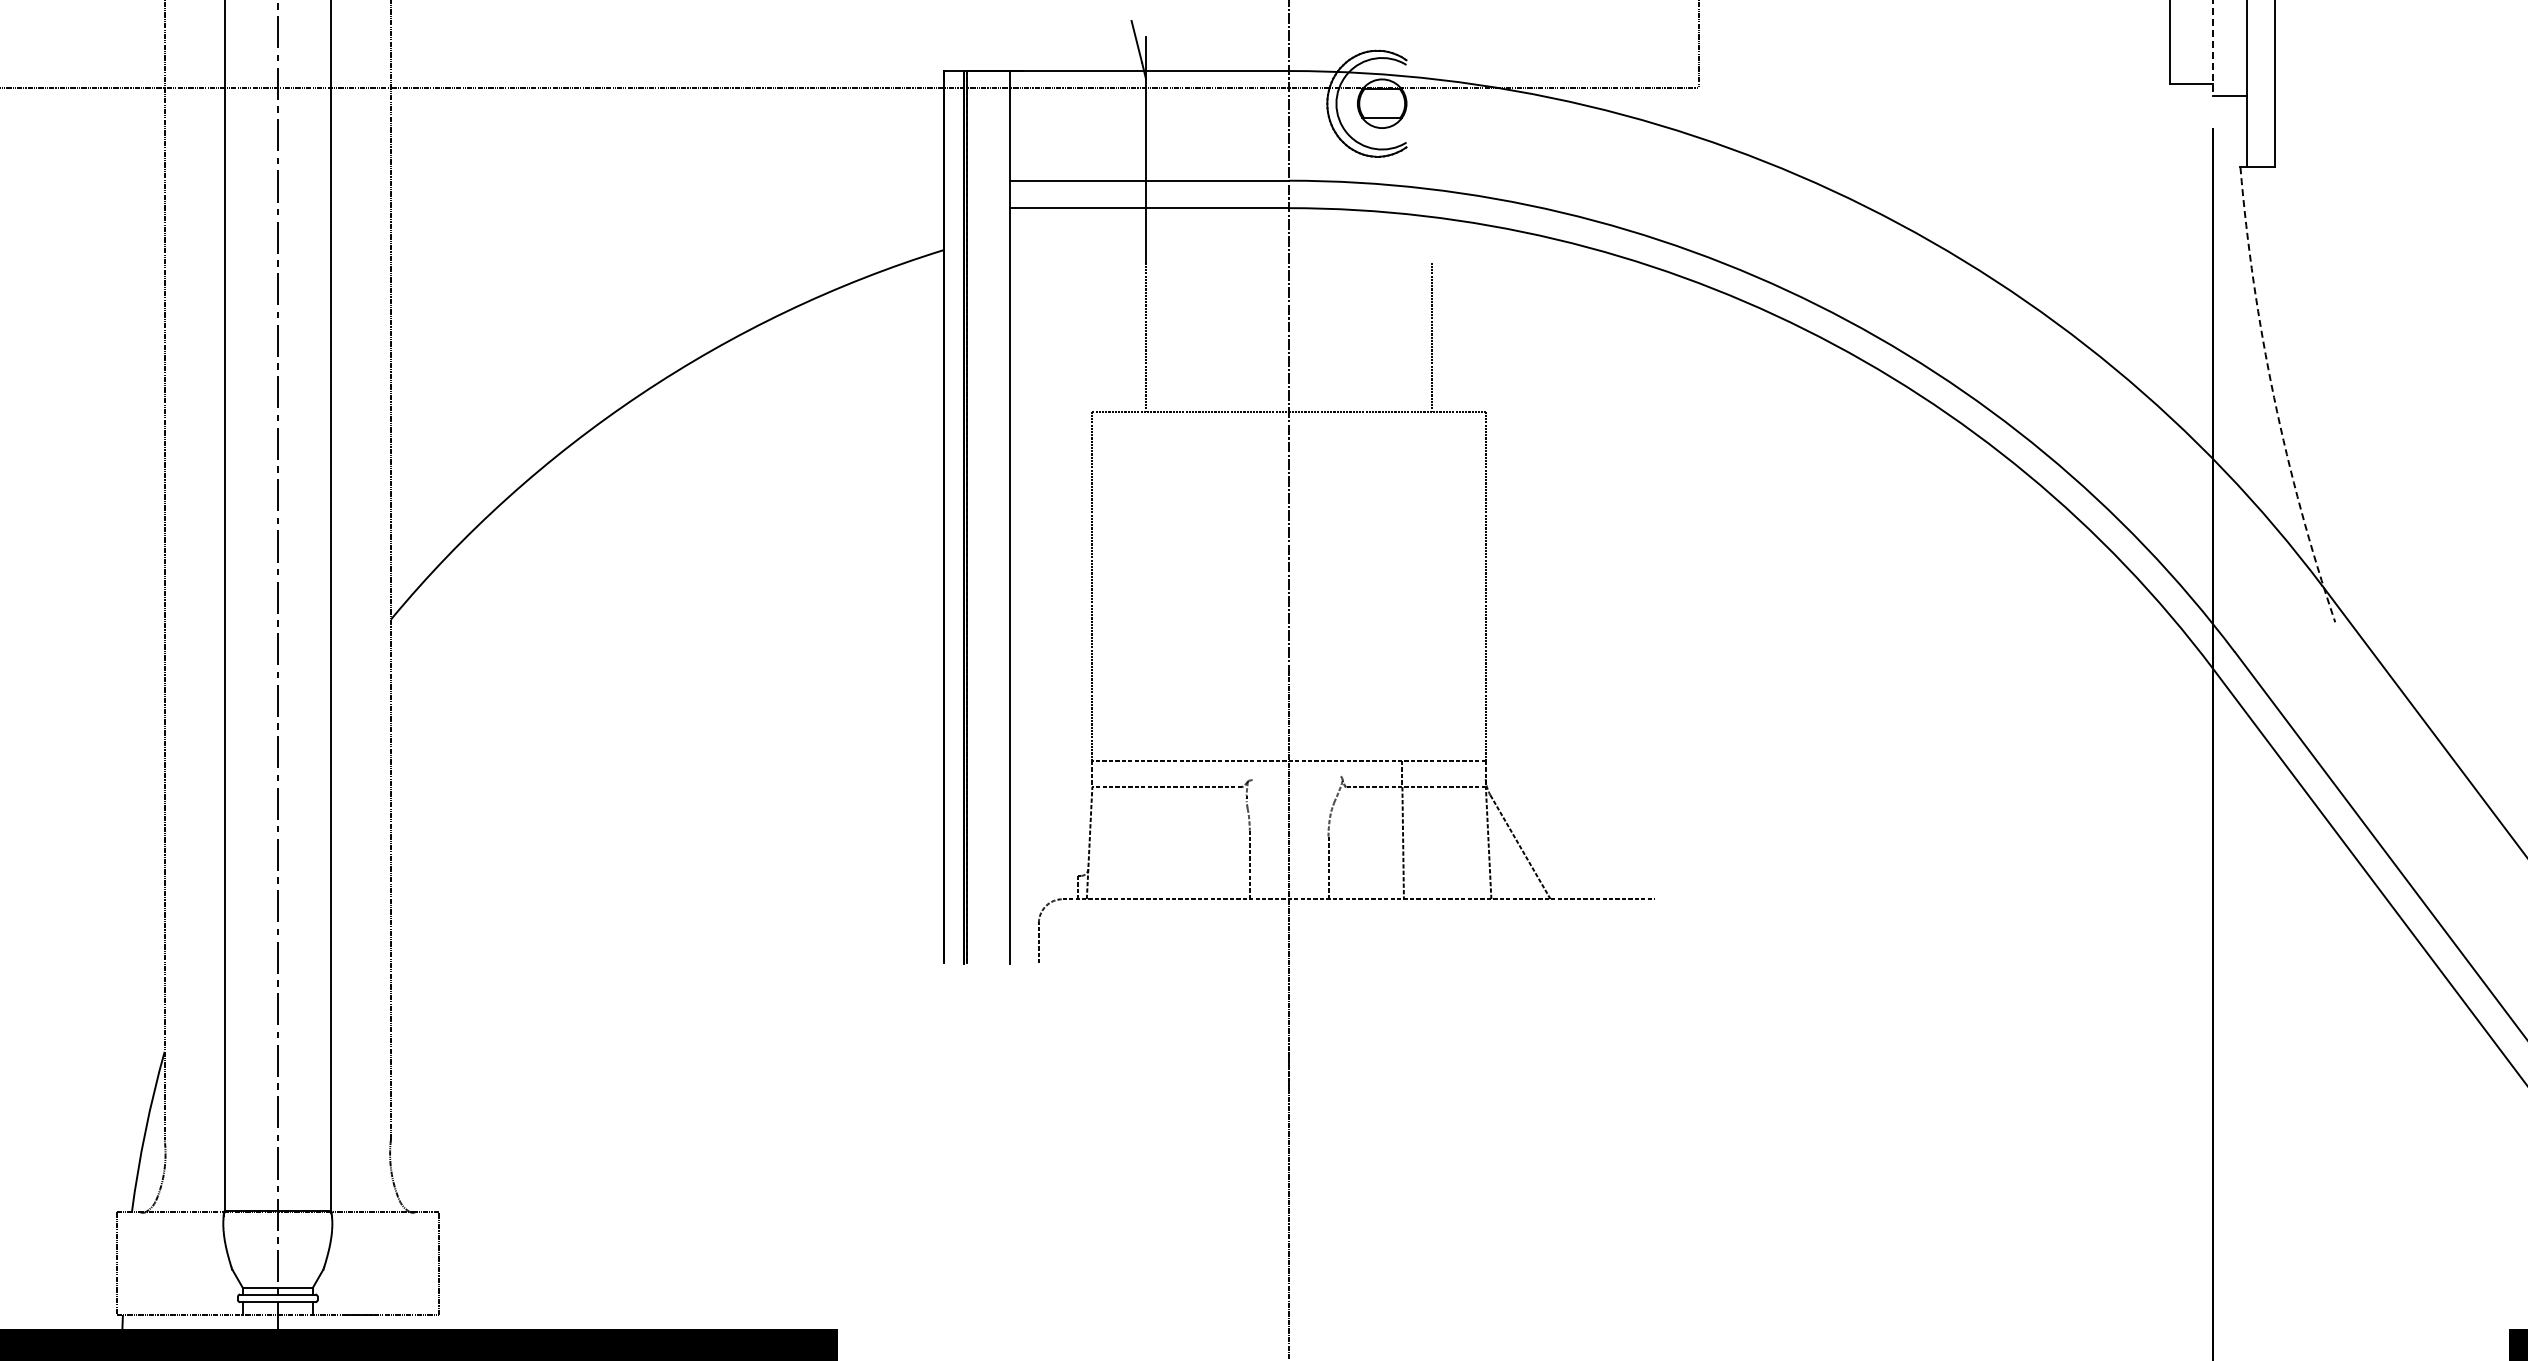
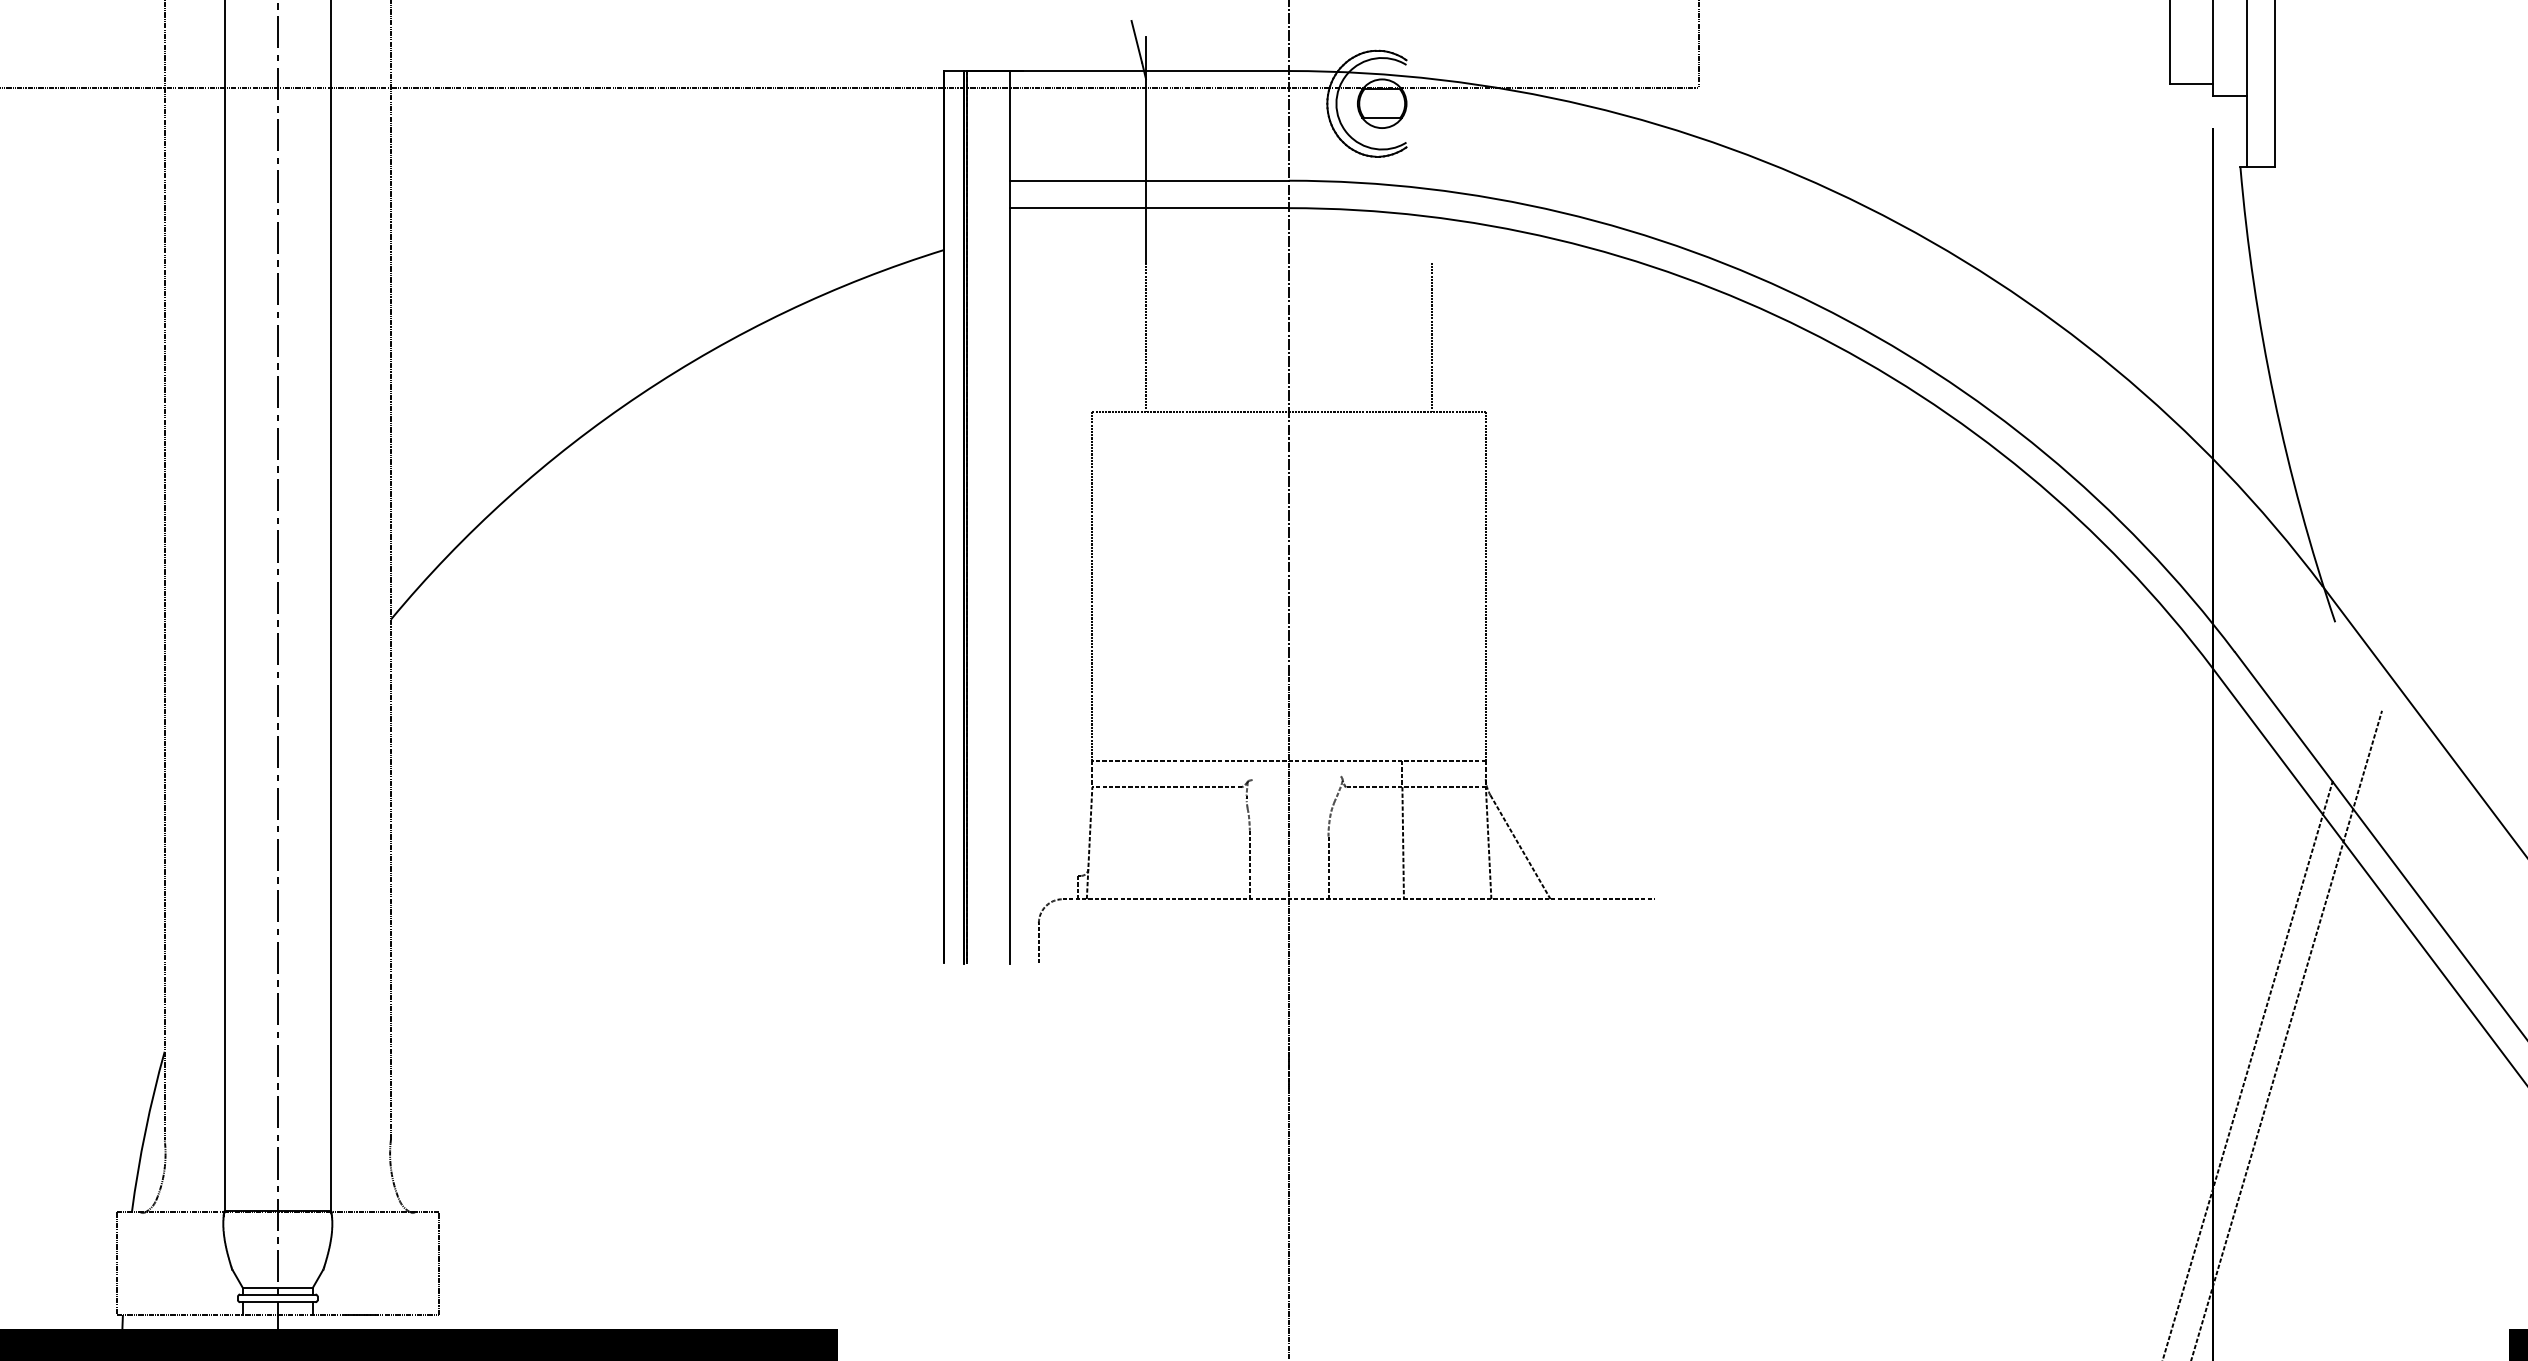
line at (2212, 48): dashed -> solid
arc at (2274, 397): dashed -> solid
line at (2287, 1033): none -> present
line at (2247, 1068): none -> present
